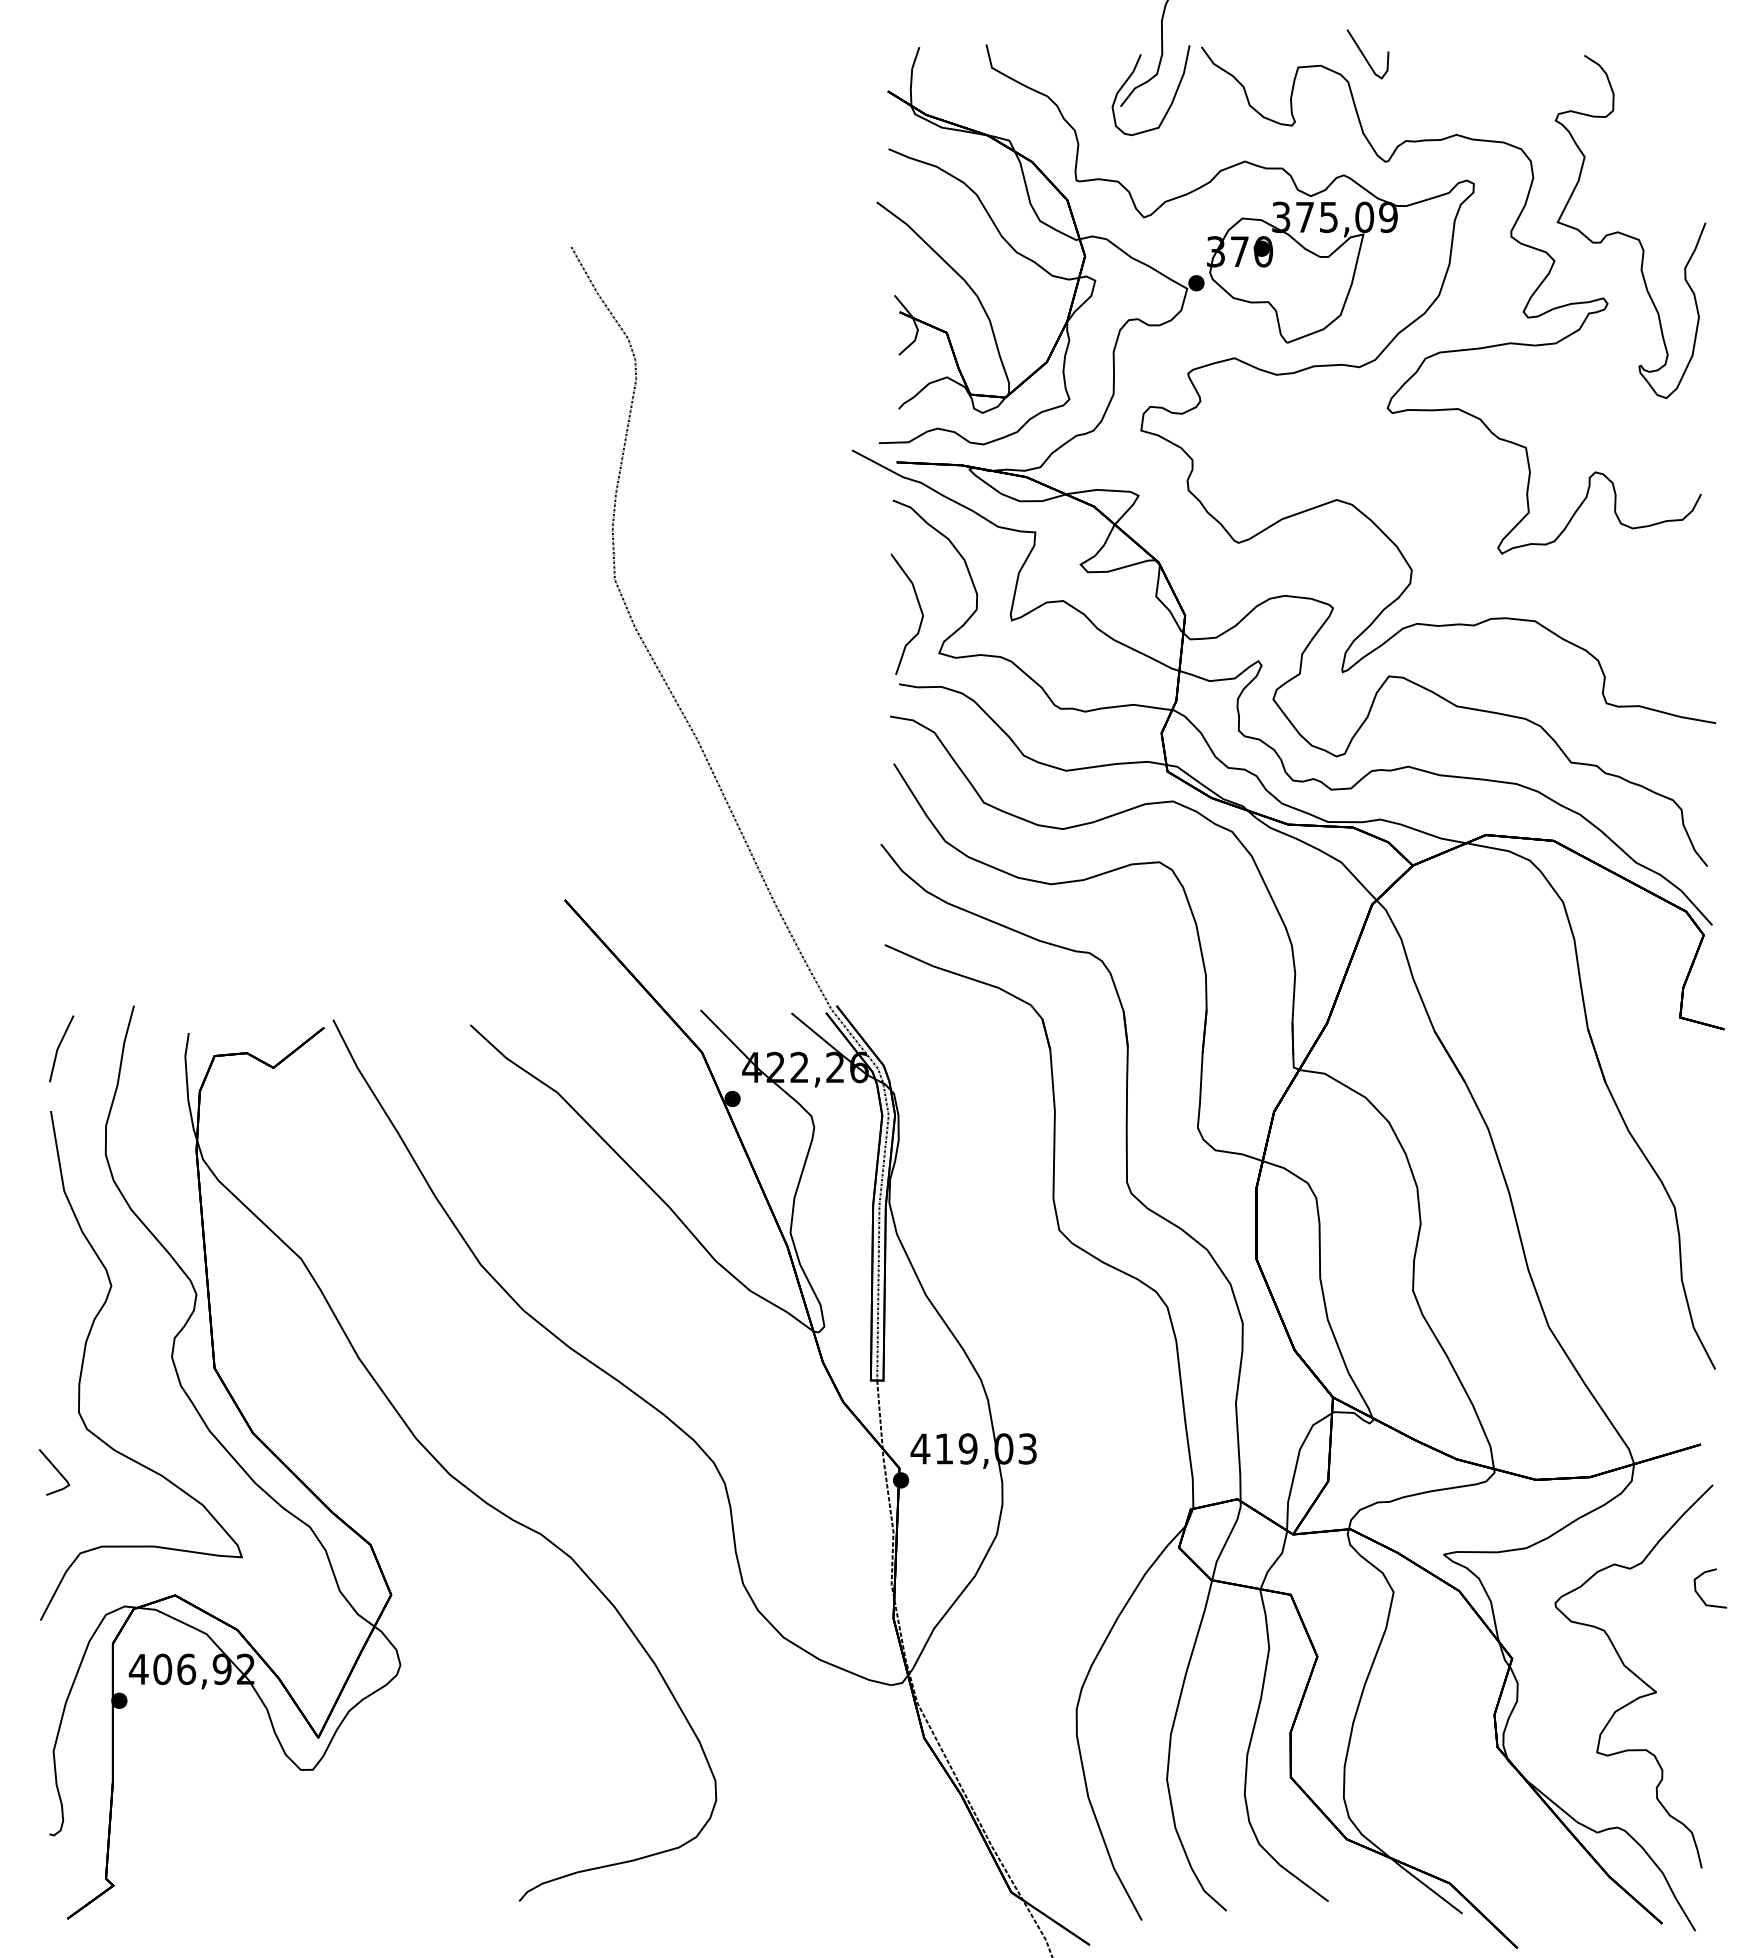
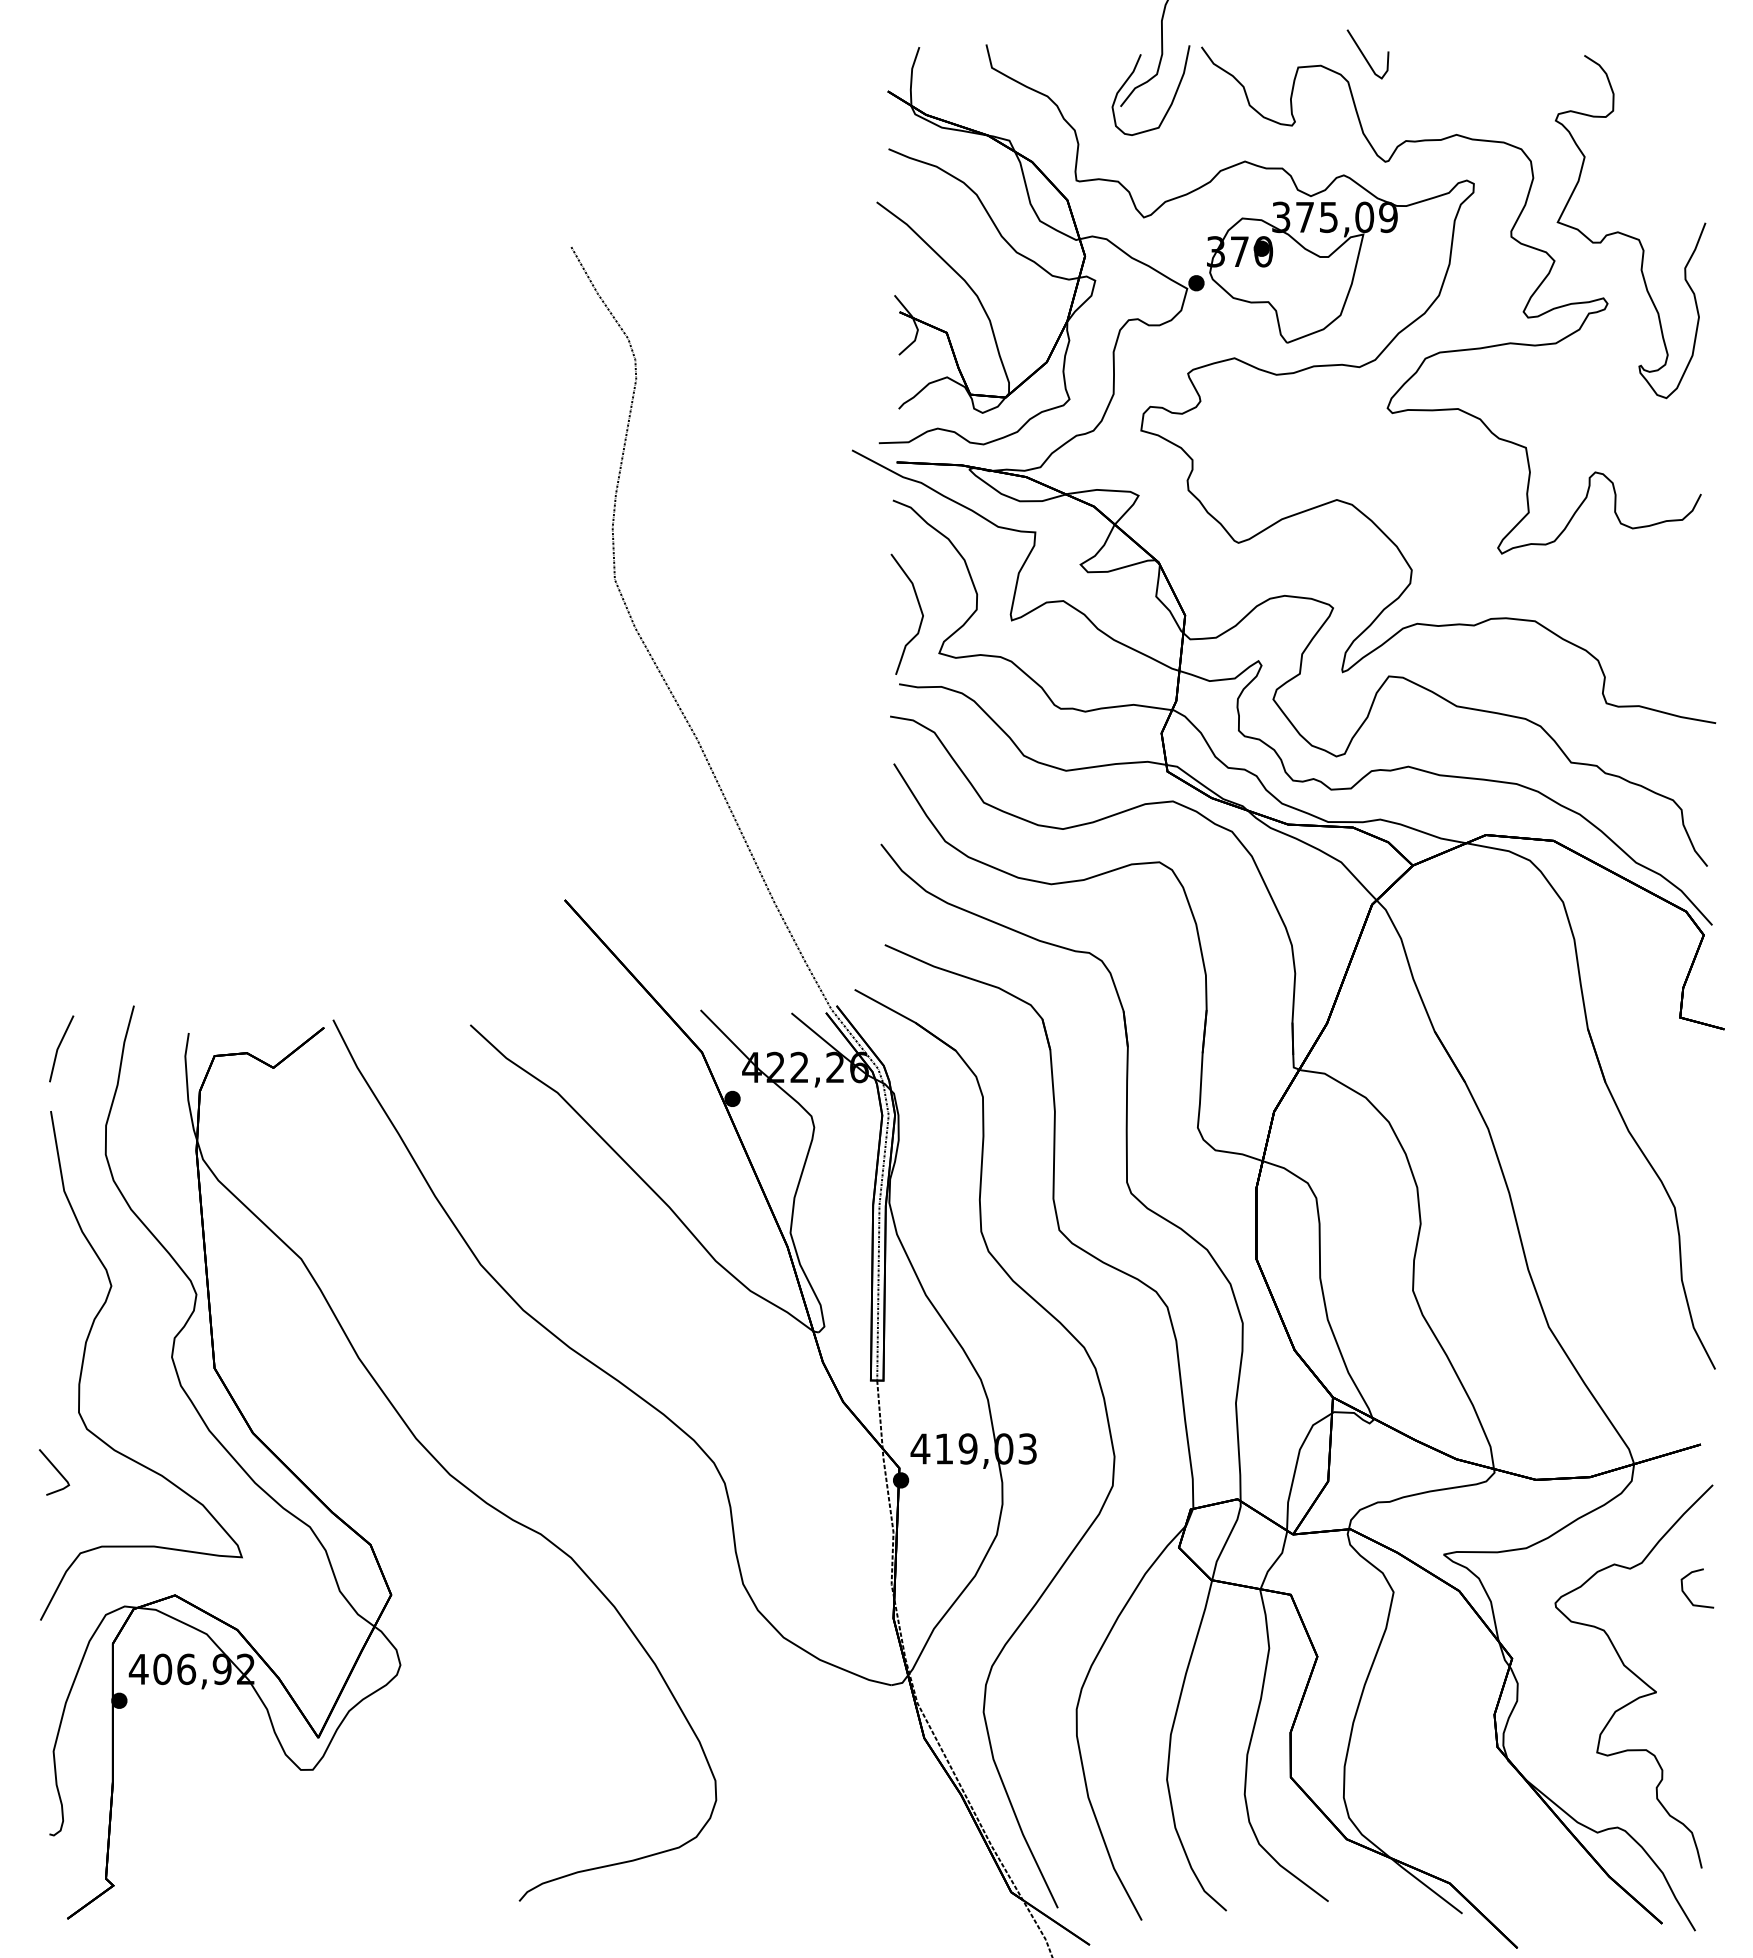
part at (1108, 1430): none -> present
part at (1700, 1595) position: (1700, 1595) -> (1687, 1595)
